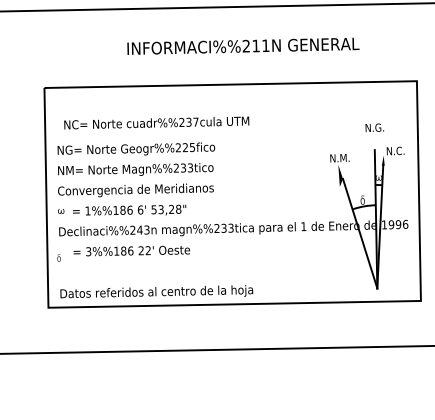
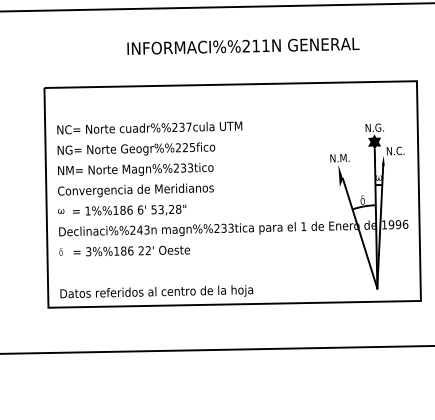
text at (156, 122) position: (156, 122) -> (149, 127)
fill at (374, 142): none -> present
part at (58, 257) position: (58, 257) -> (60, 251)
